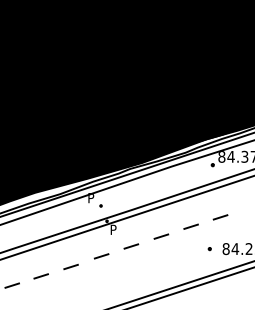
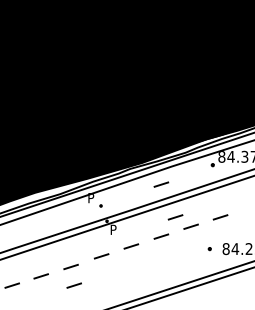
line at (161, 184): none -> present
line at (175, 217): none -> present
line at (73, 285): none -> present
